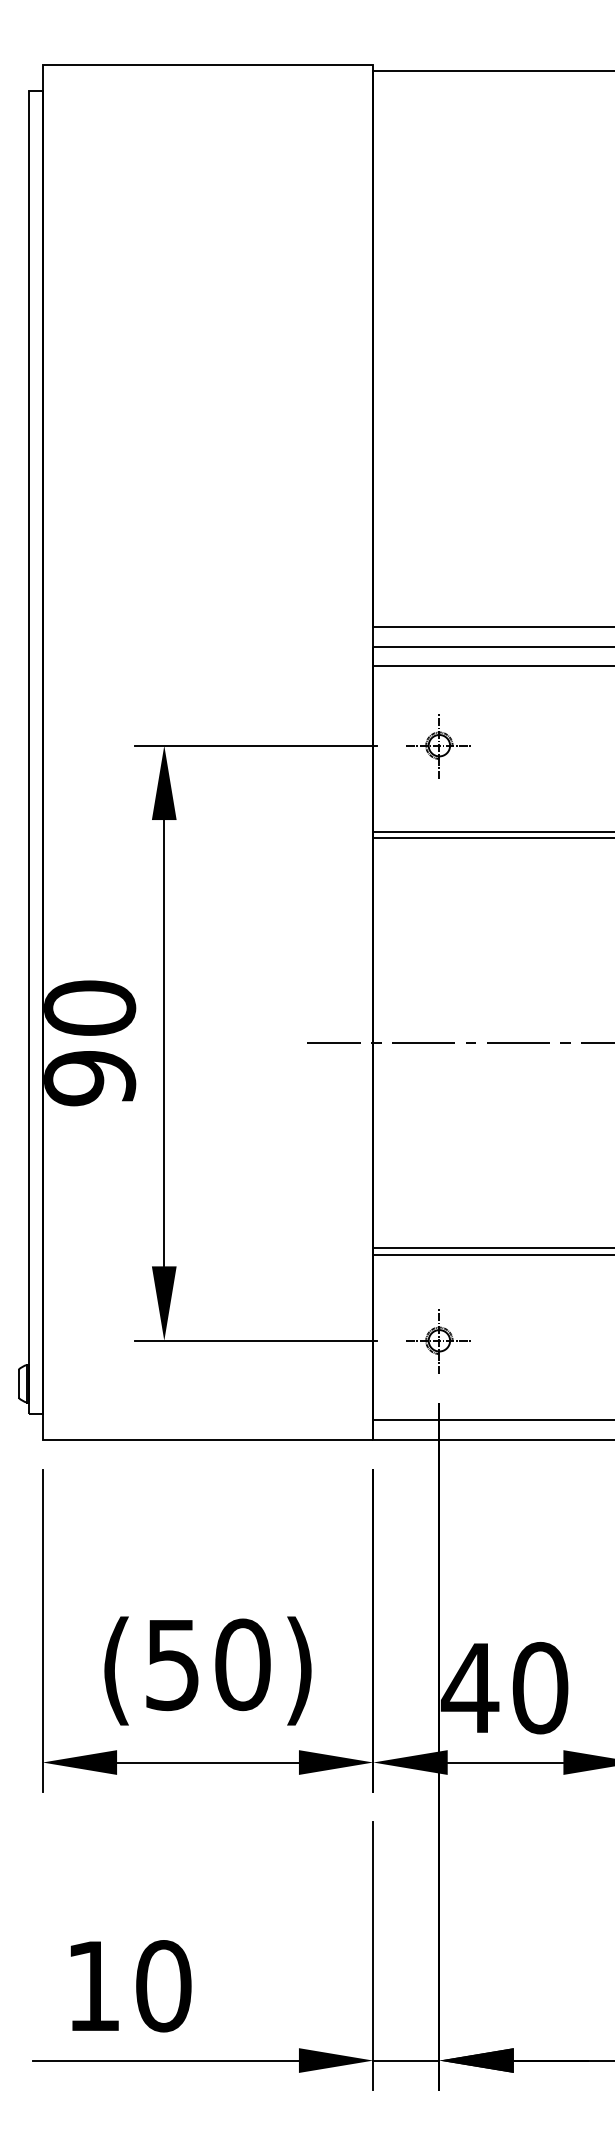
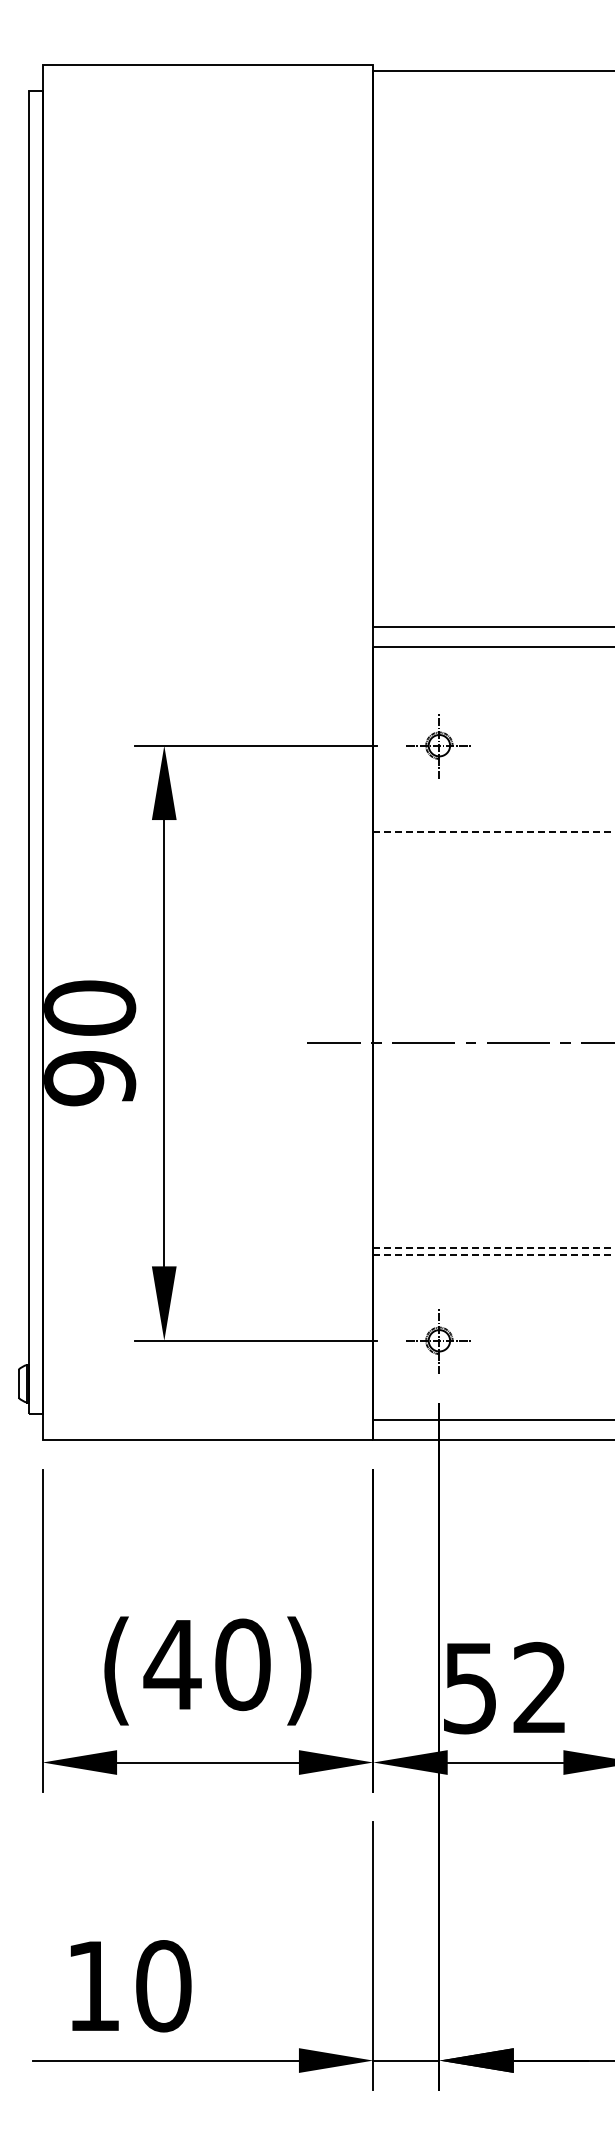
line at (492, 666): present -> none
line at (493, 831): solid -> dashed
line at (492, 838): present -> none
line at (493, 1248): solid -> dashed
line at (493, 1254): solid -> dashed
text at (172, 1665): (50) -> (40)
text at (504, 1687): 40 -> 52
